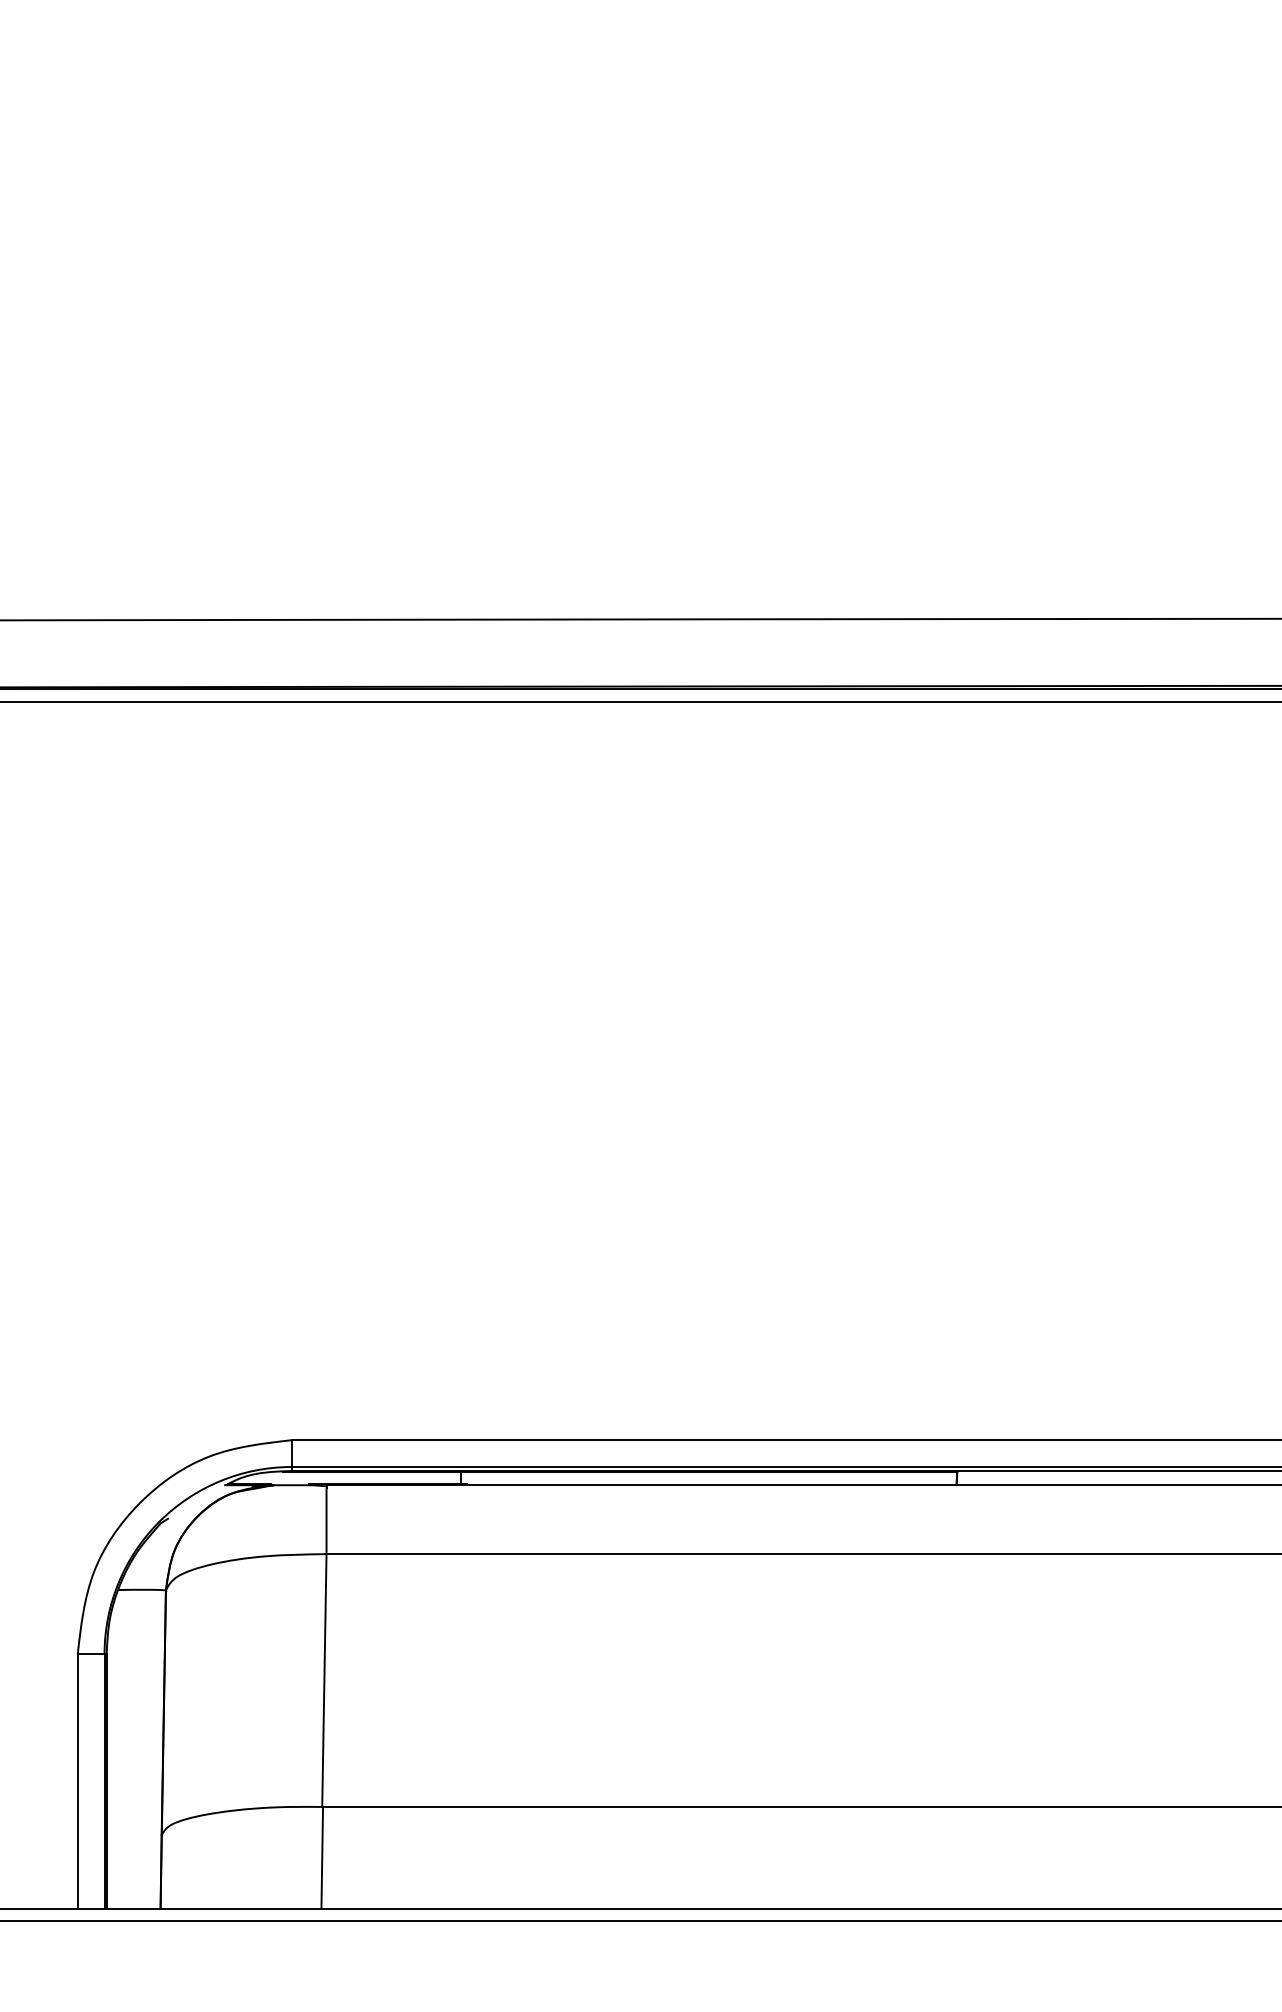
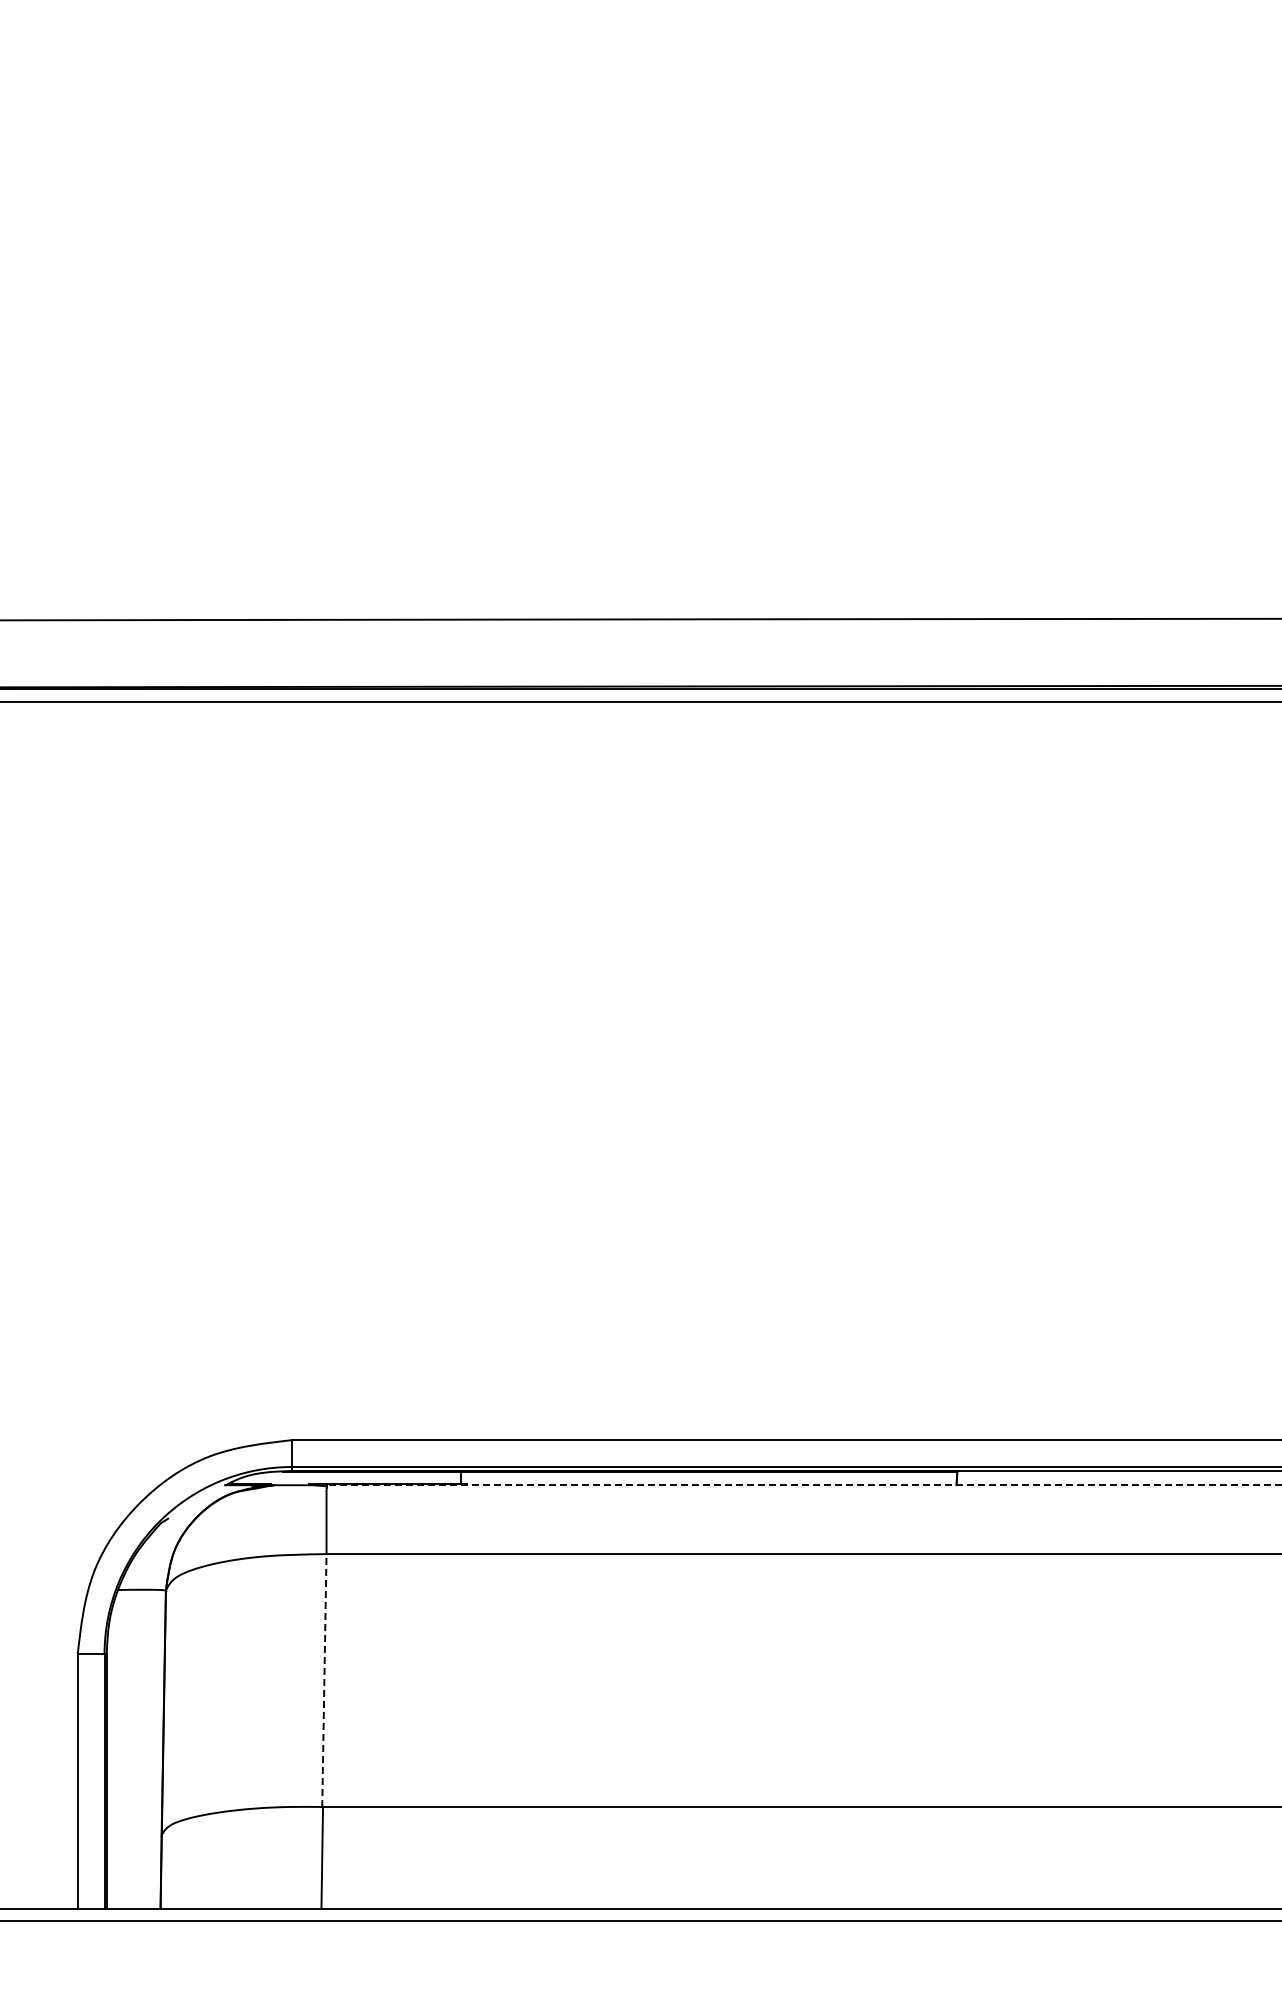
line at (803, 1485): solid -> dashed
line at (324, 1680): solid -> dashed
